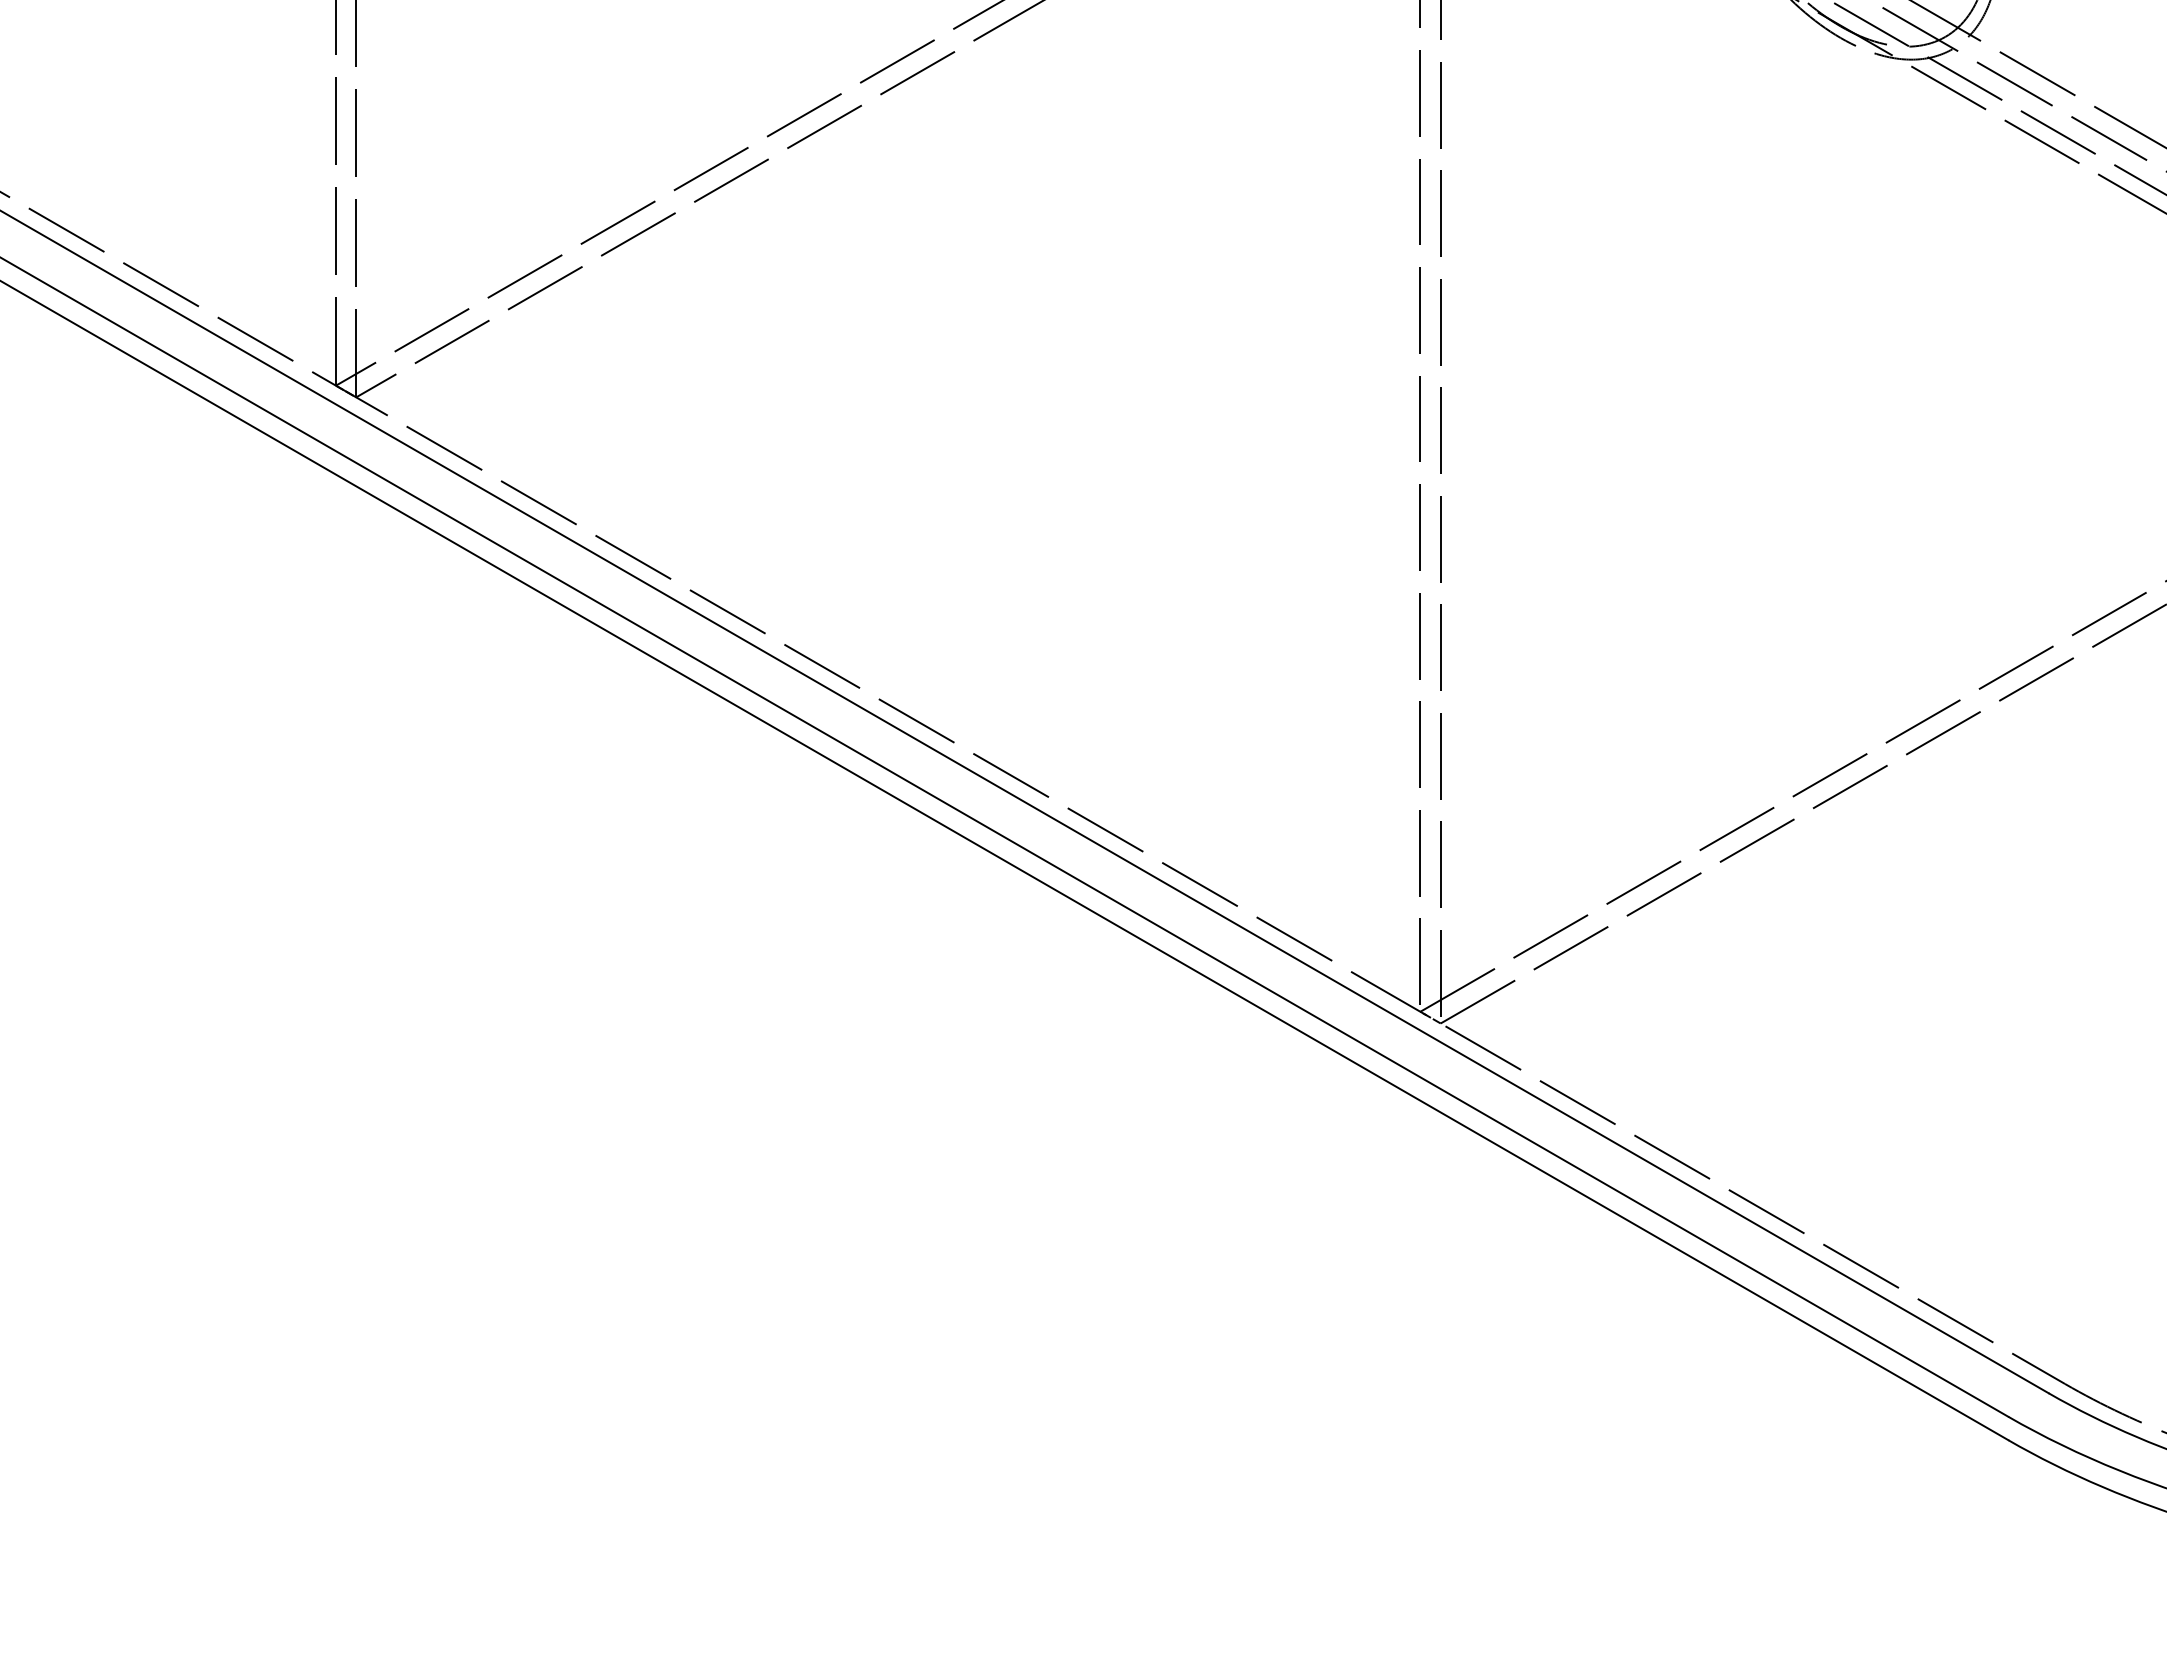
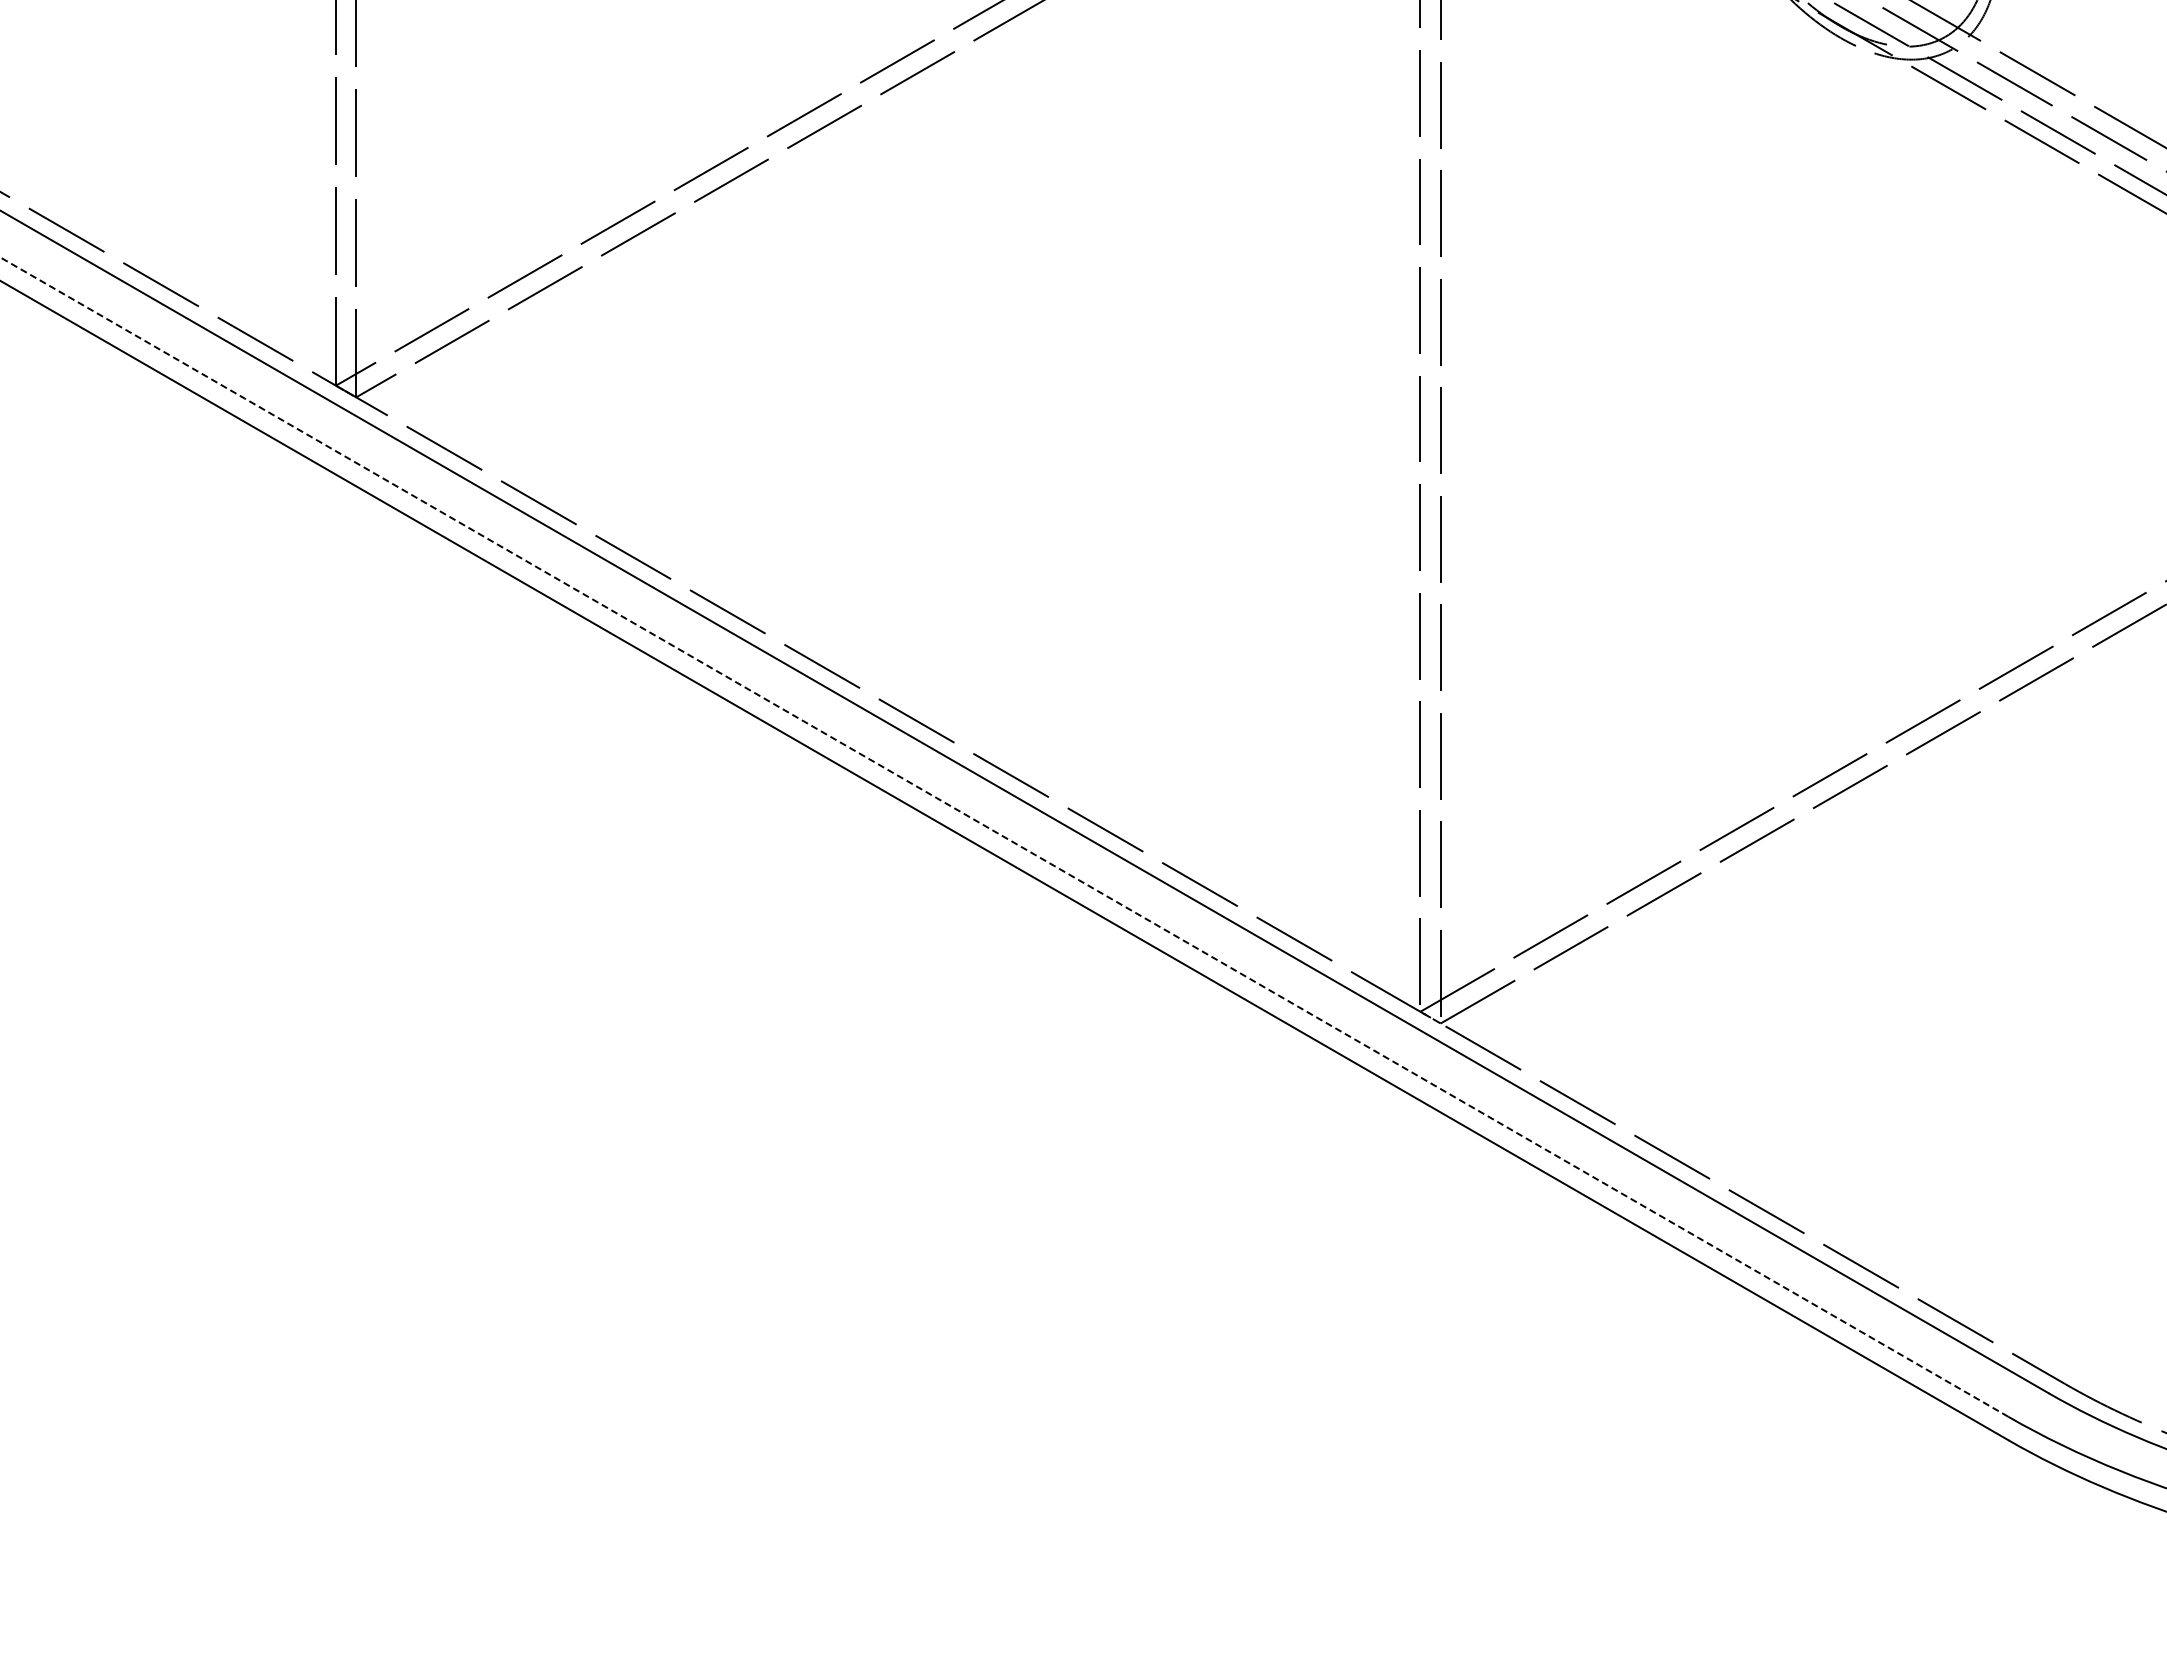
line at (1003, 836): solid -> dashed
